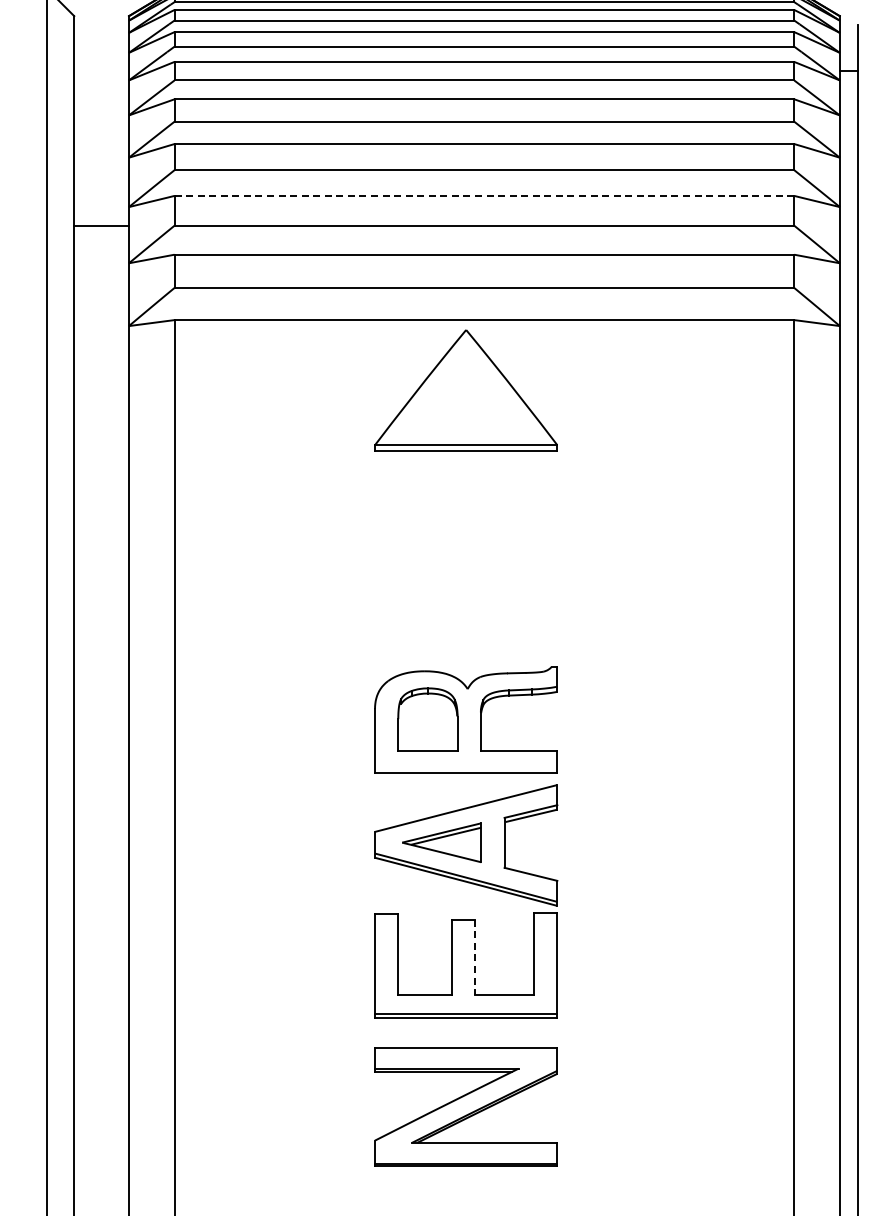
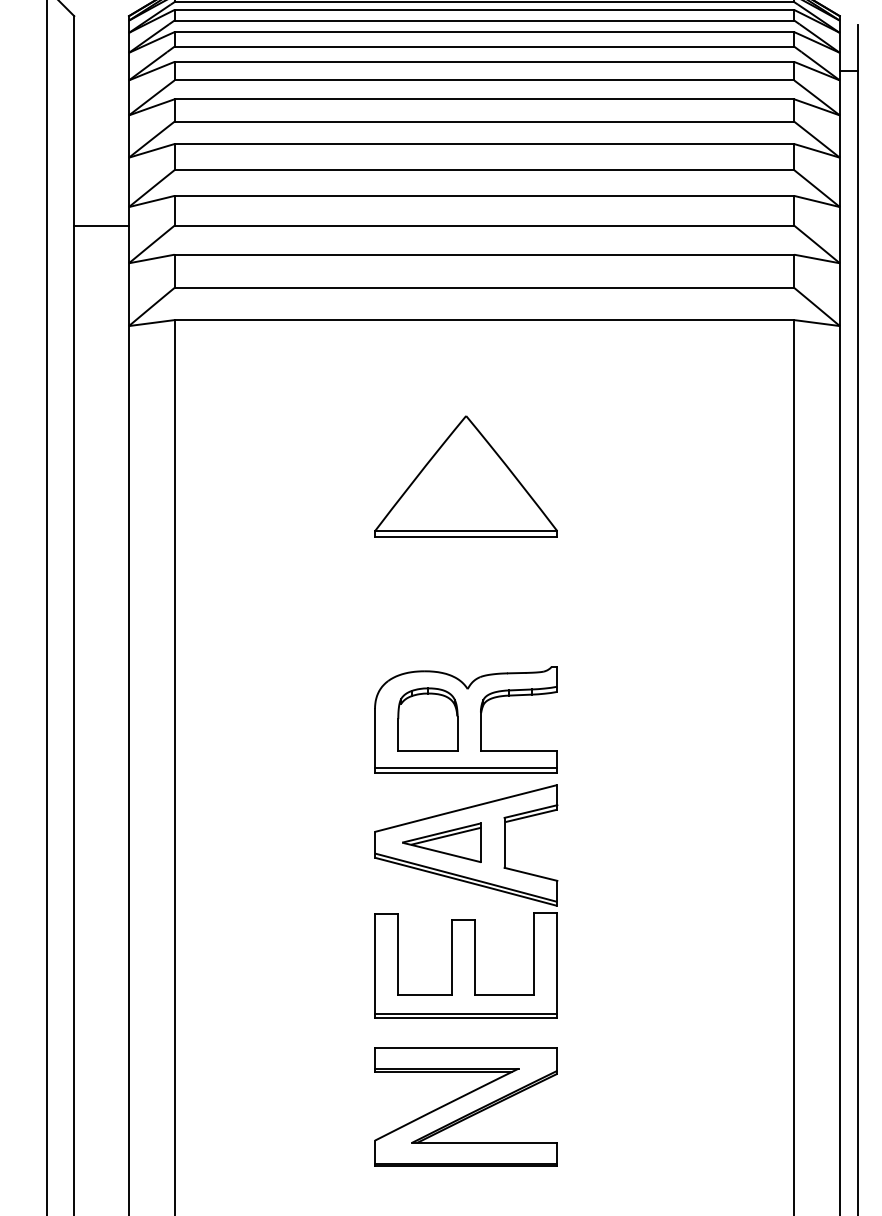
line at (484, 195): dashed -> solid
part at (465, 390) position: (465, 390) -> (465, 476)
line at (466, 768): none -> present
line at (474, 957): dashed -> solid
